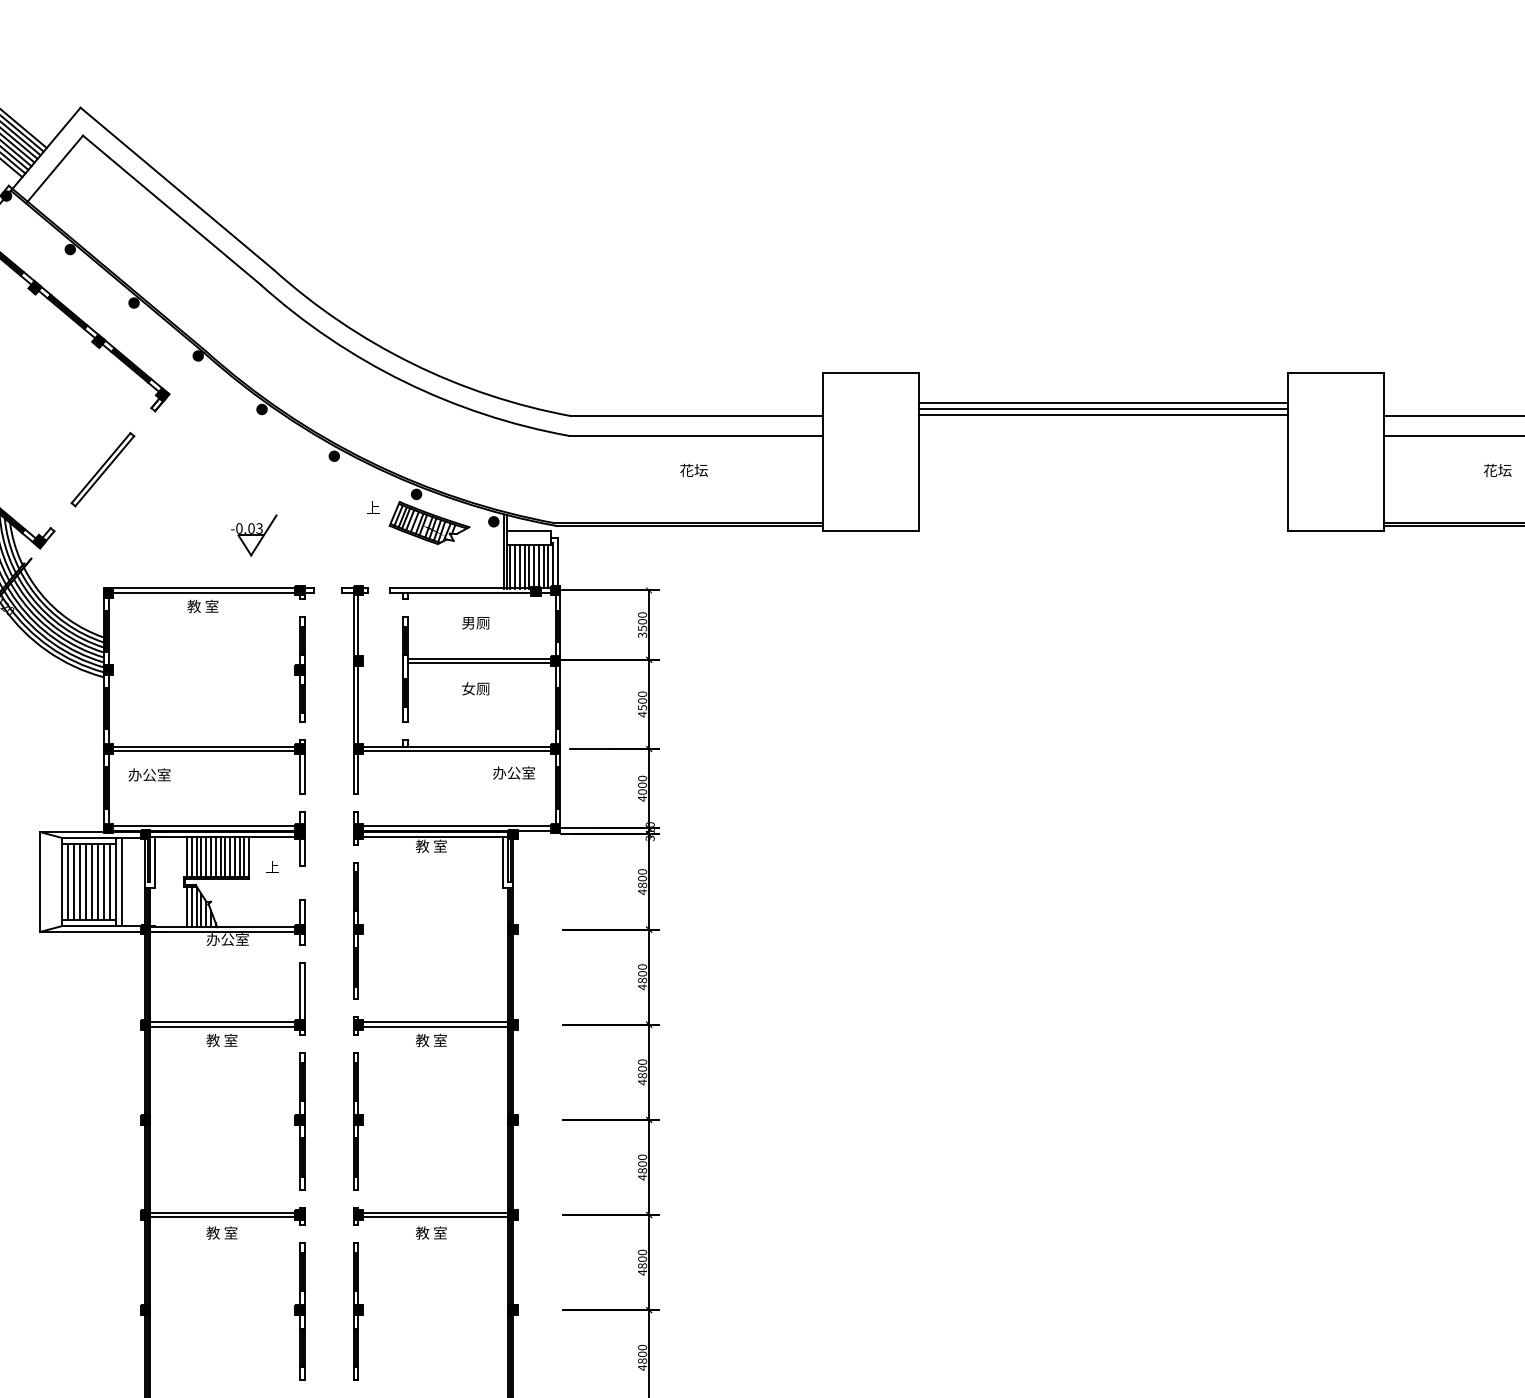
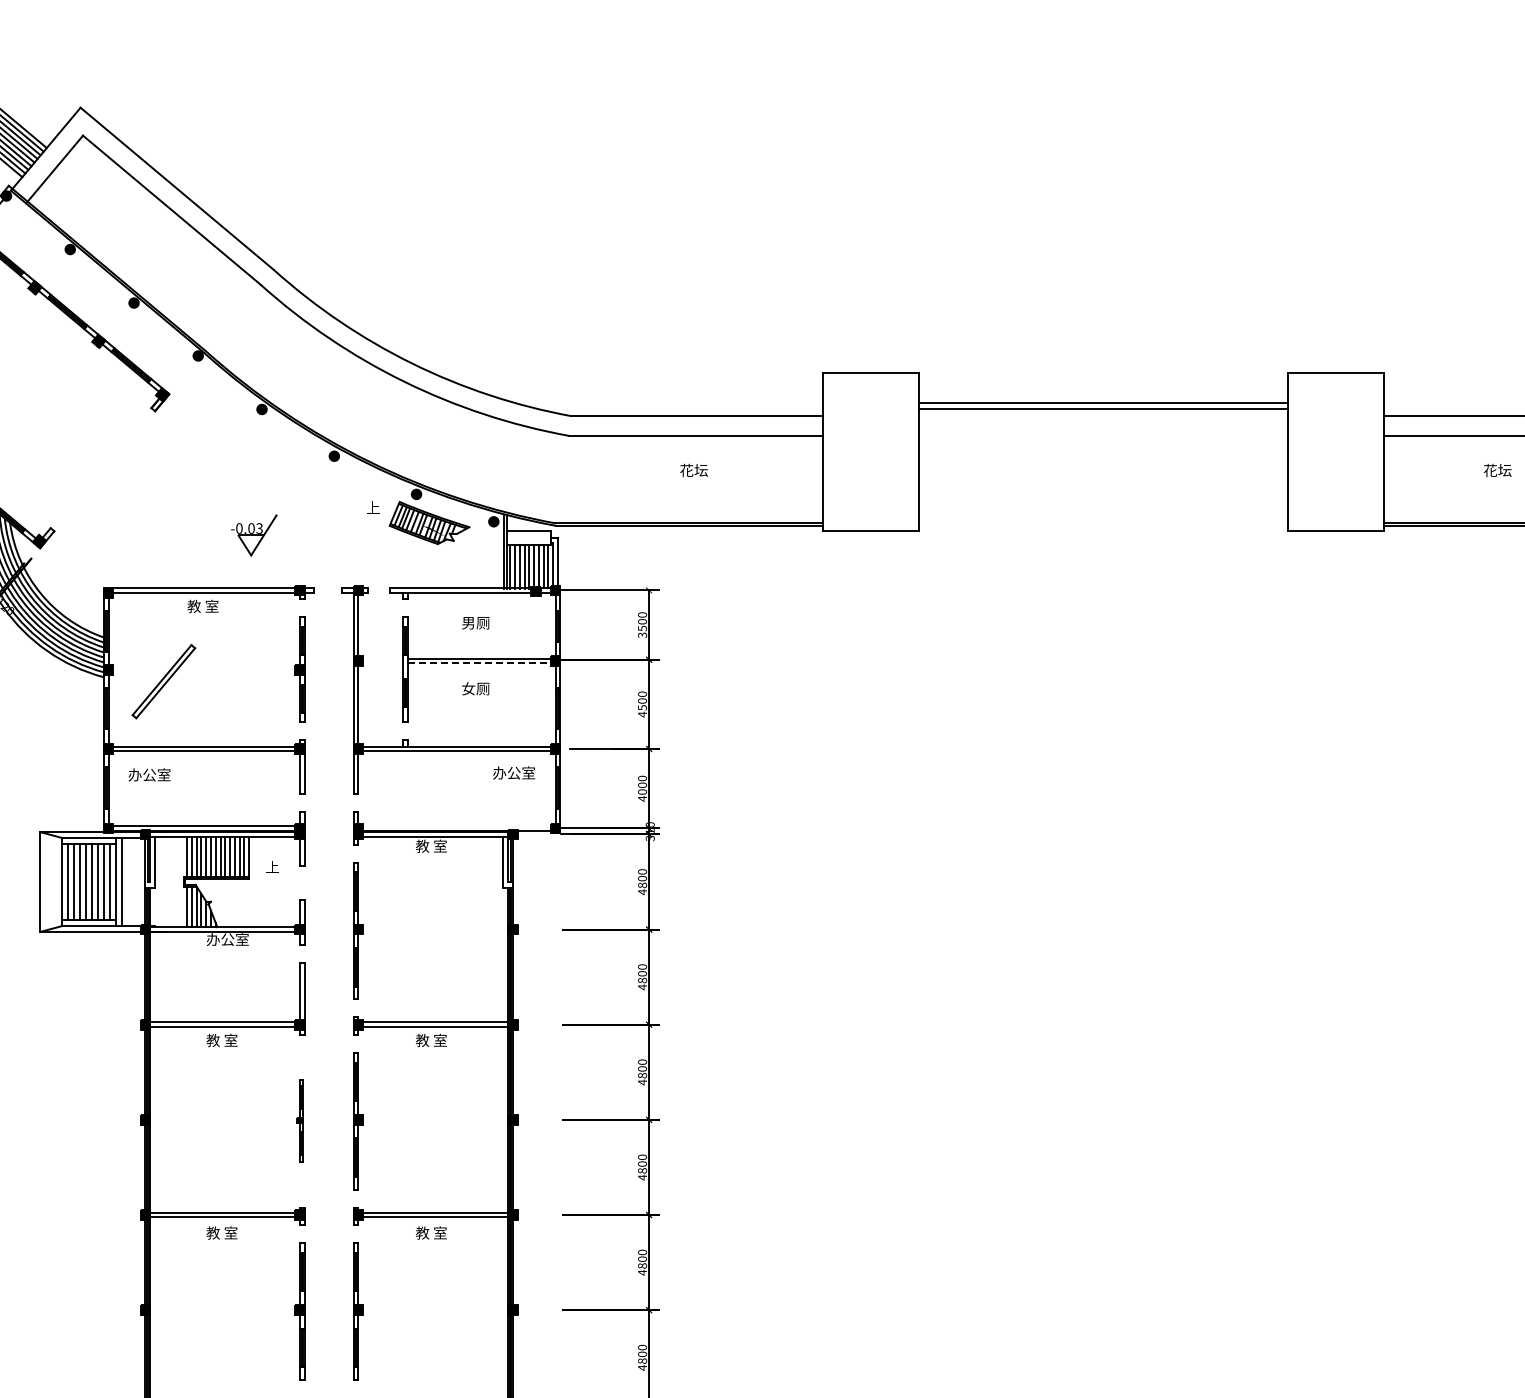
line at (1102, 414): present -> none
part at (102, 469) position: (102, 469) -> (163, 681)
line at (479, 663): solid -> dashed
line at (451, 825): present -> none
part at (299, 1121) size: 12x139 px -> 8x84 px
